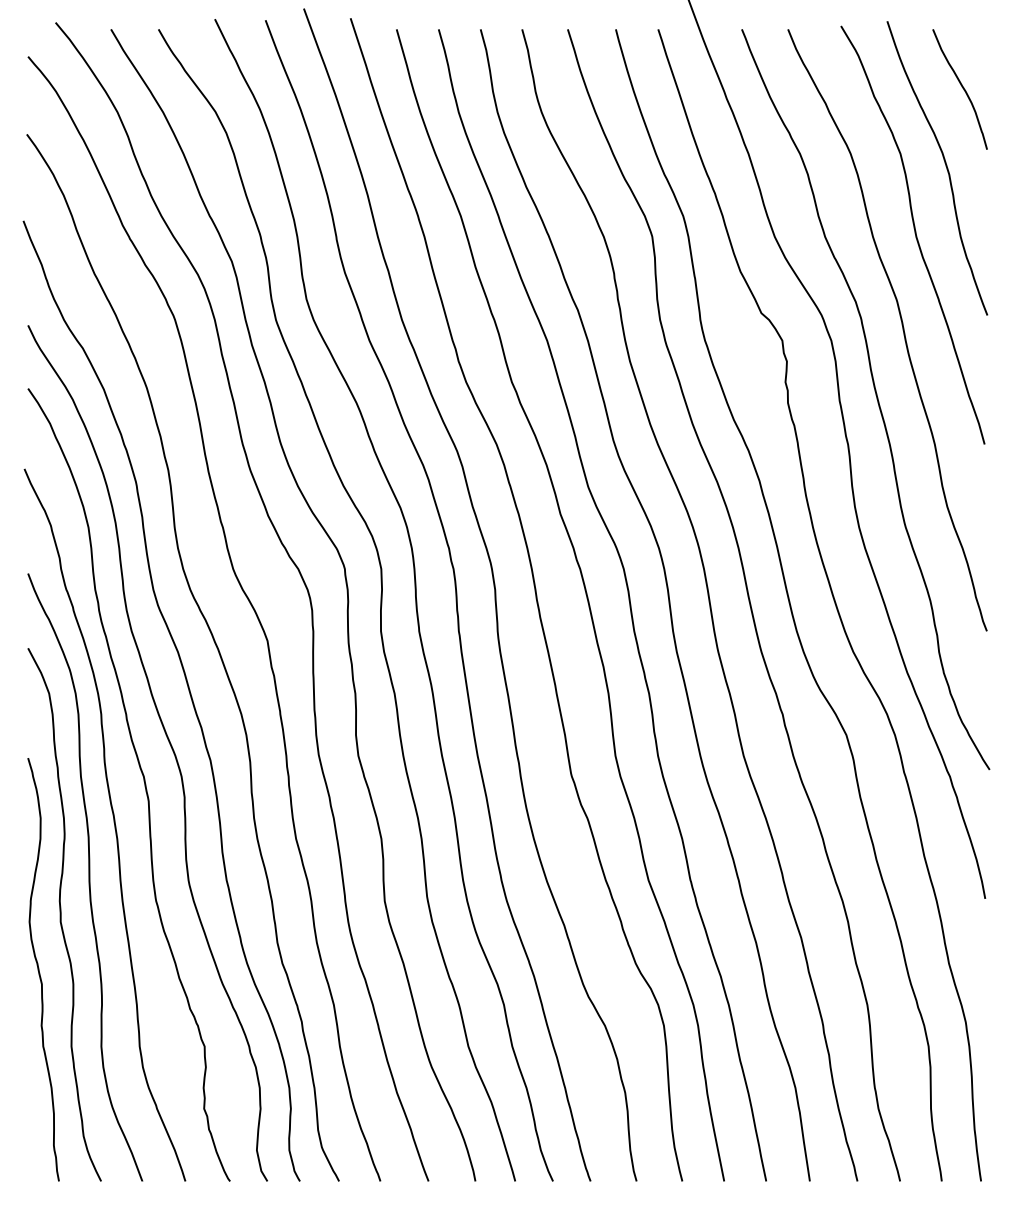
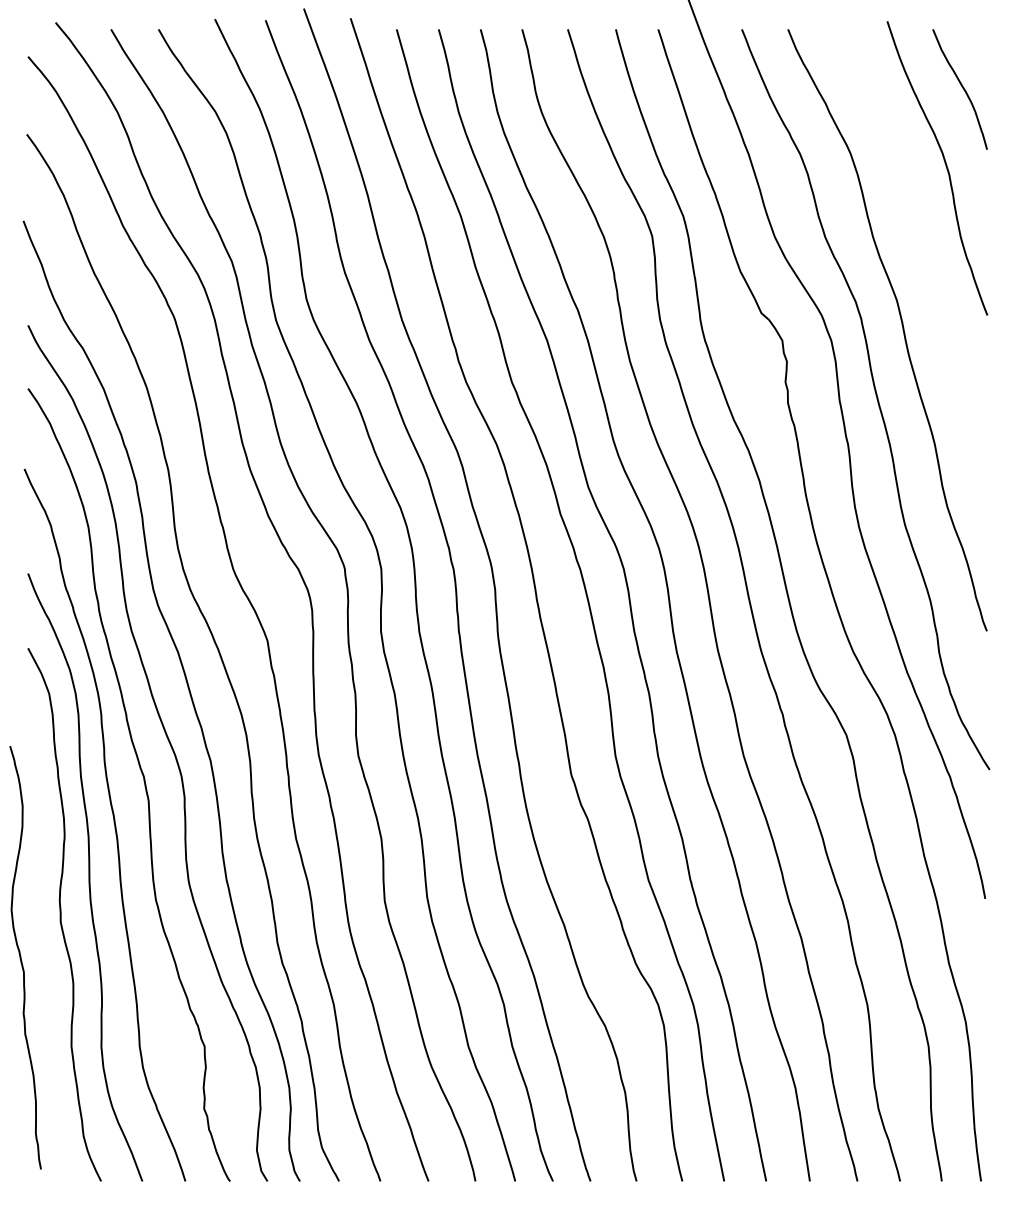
curve at (914, 233): present -> none
curve at (39, 969) position: (39, 969) -> (21, 957)
